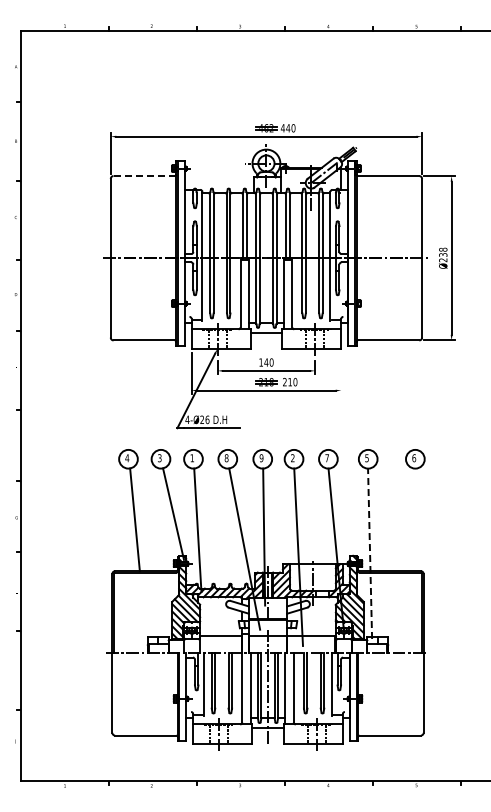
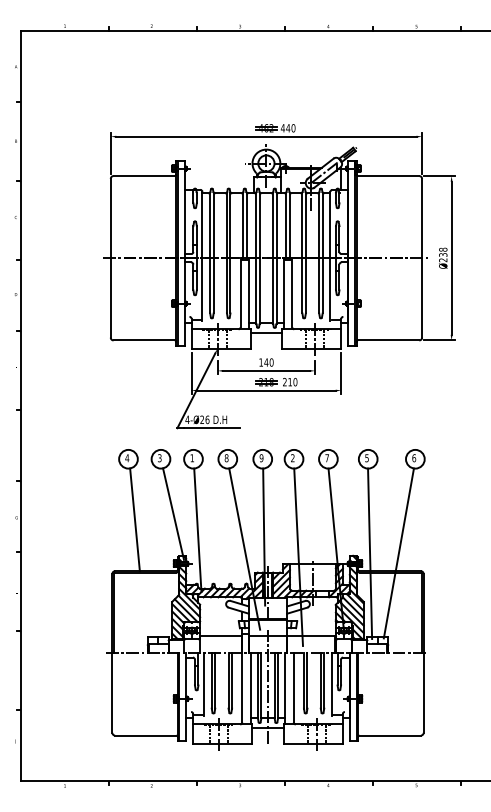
line at (144, 176): dashed -> solid
line at (341, 373): none -> present
line at (370, 553): dashed -> solid
line at (398, 553): none -> present
